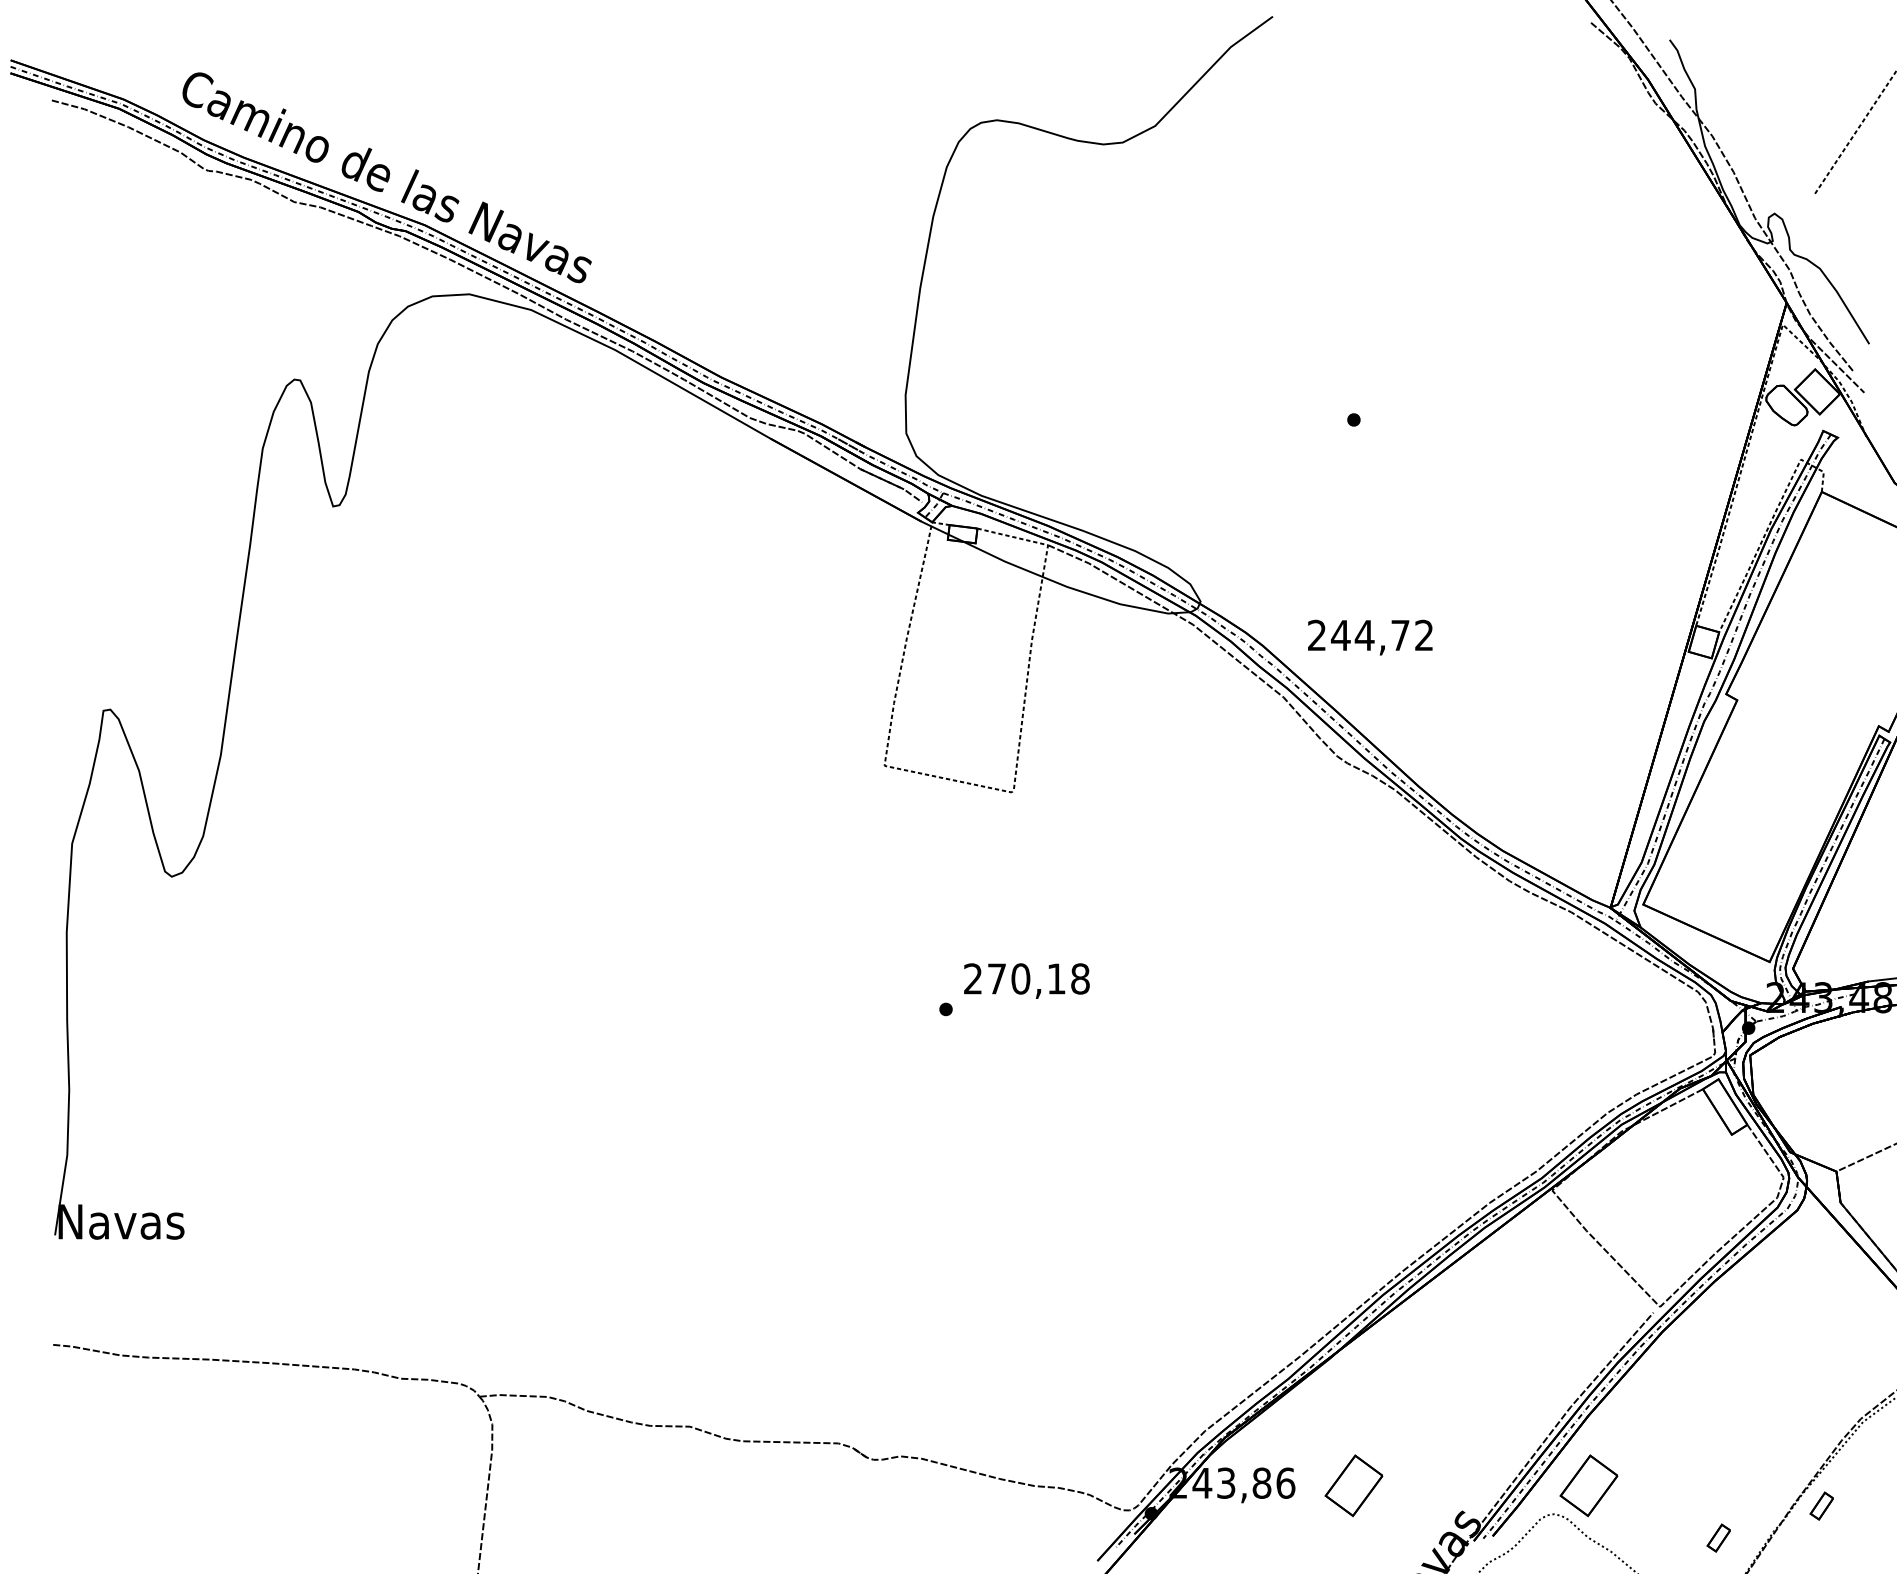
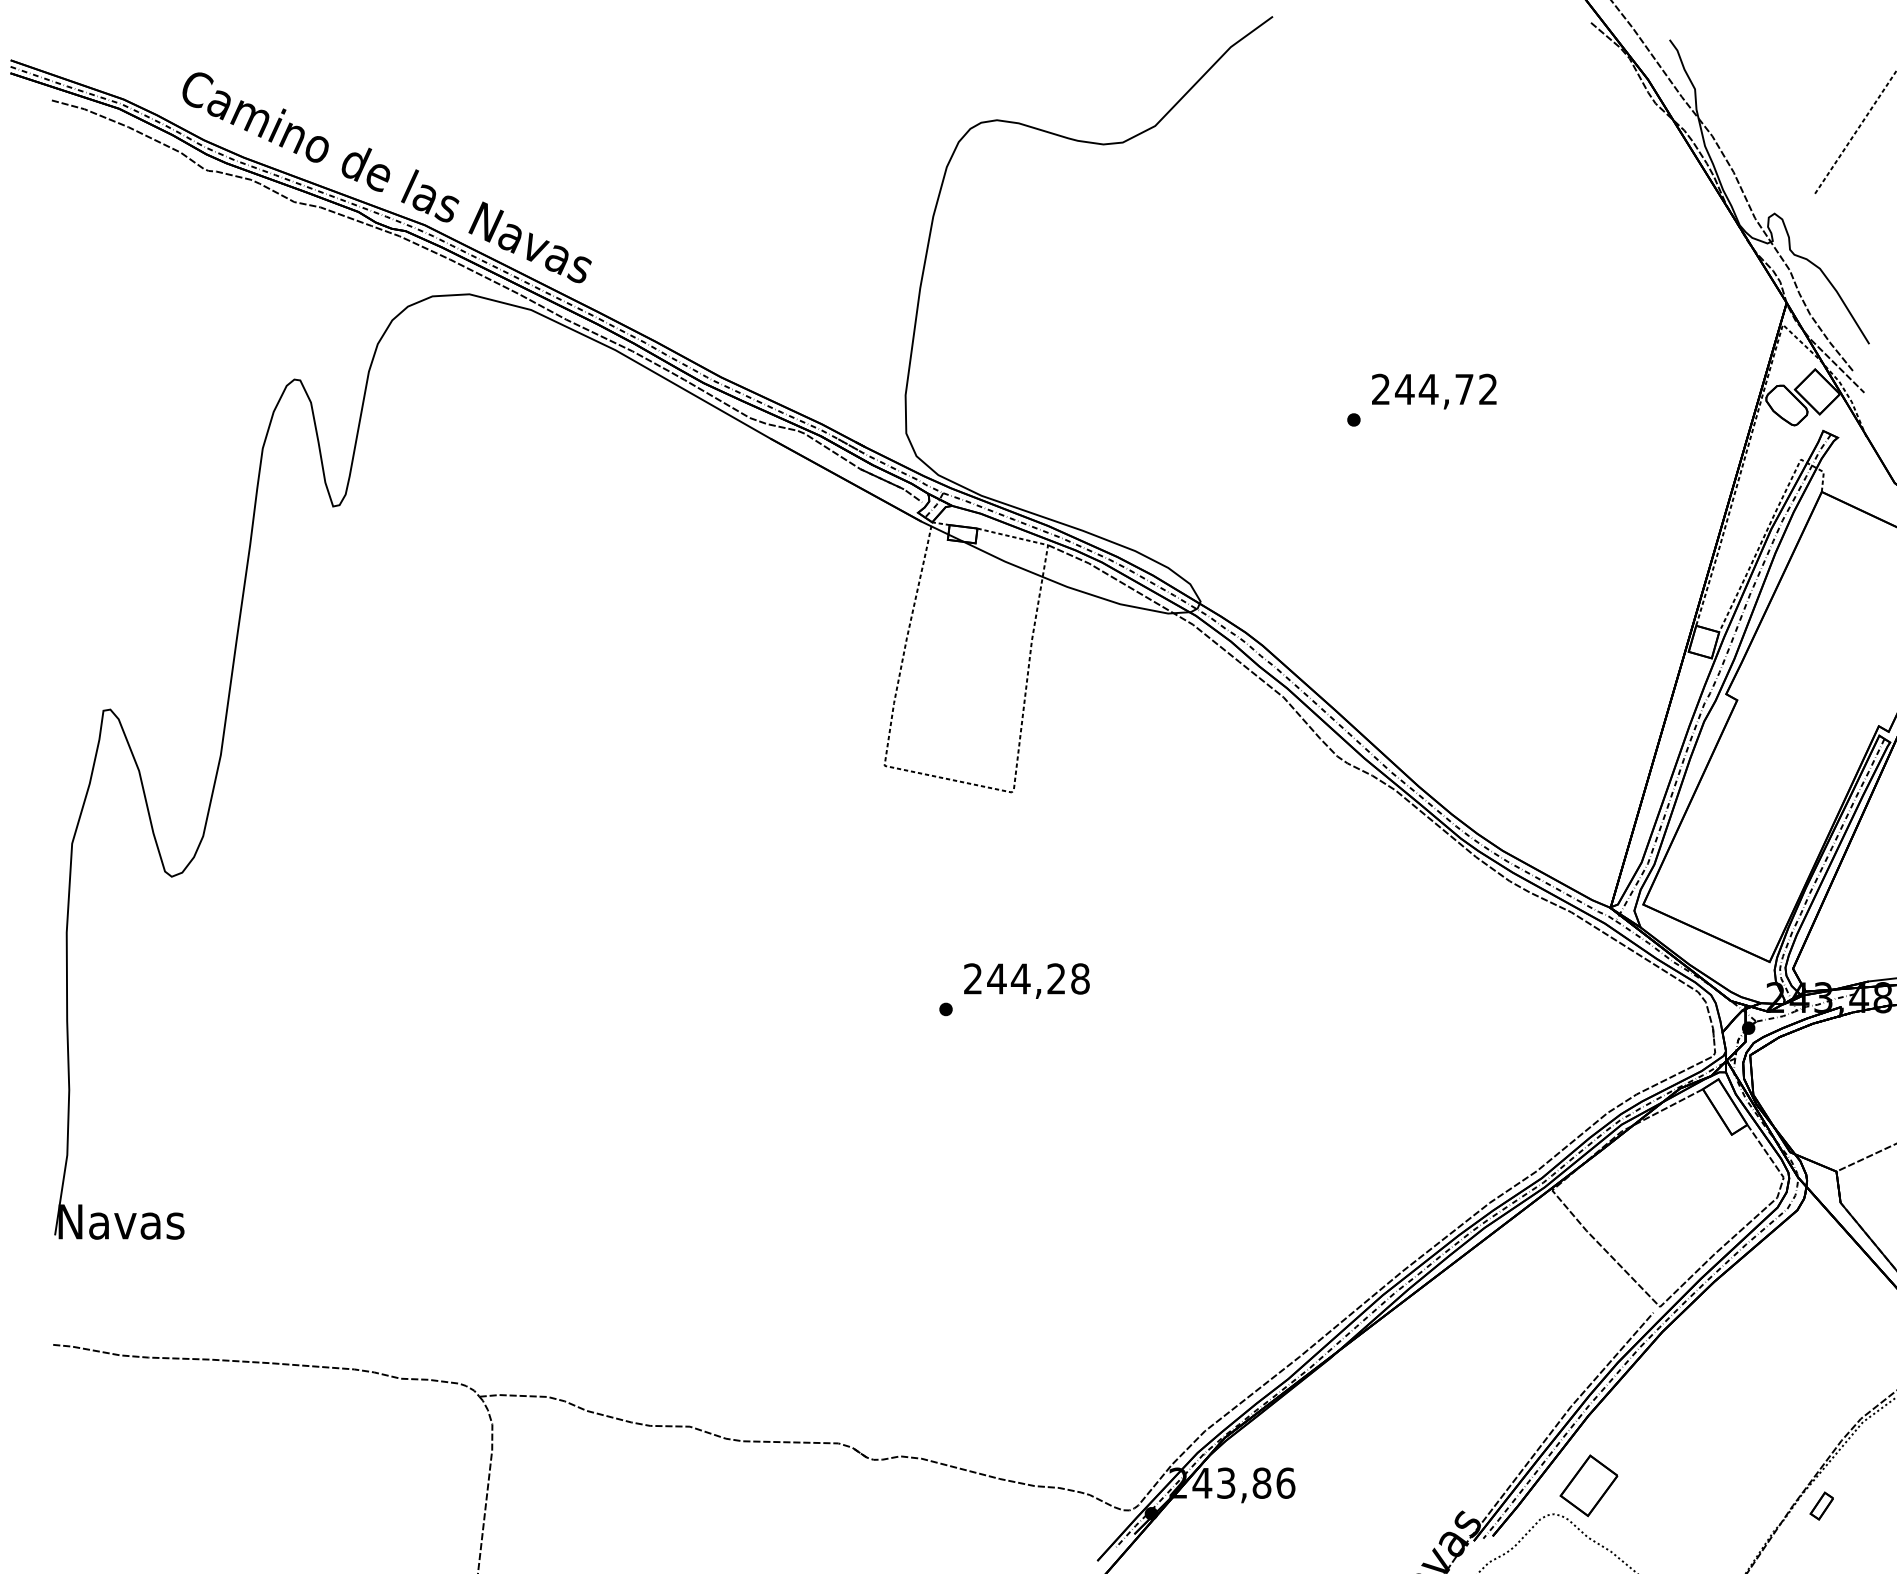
text at (1370, 637) position: (1370, 637) -> (1434, 391)
text at (1026, 978): 270,18 -> 244,28
part at (1353, 1485): present -> none
part at (1718, 1537): present -> none
